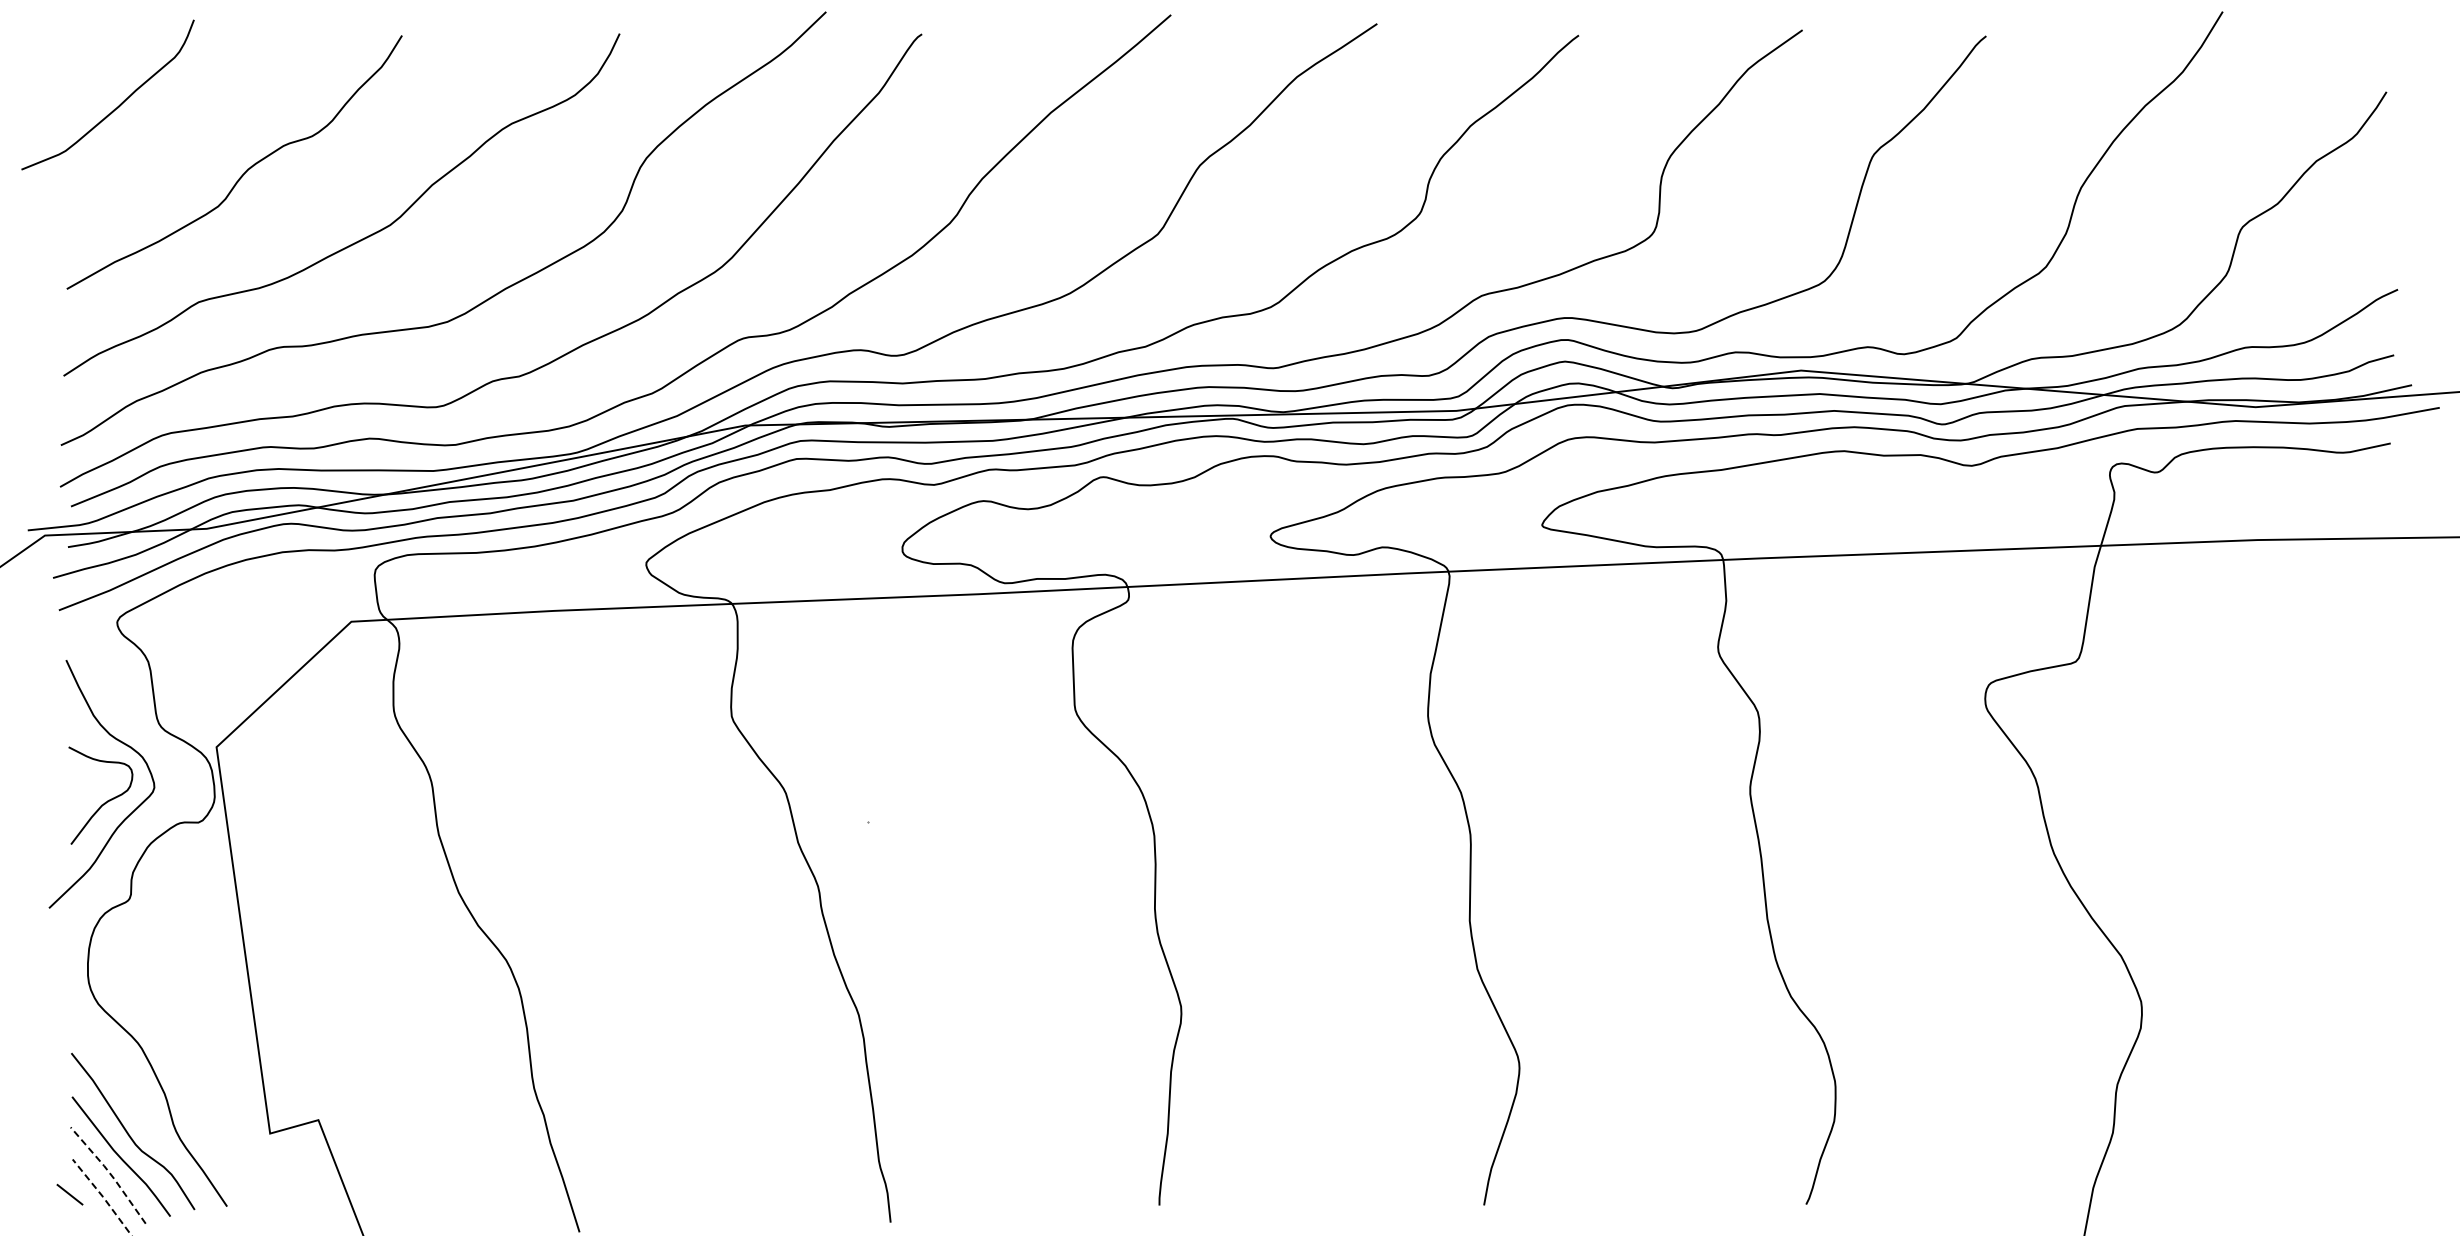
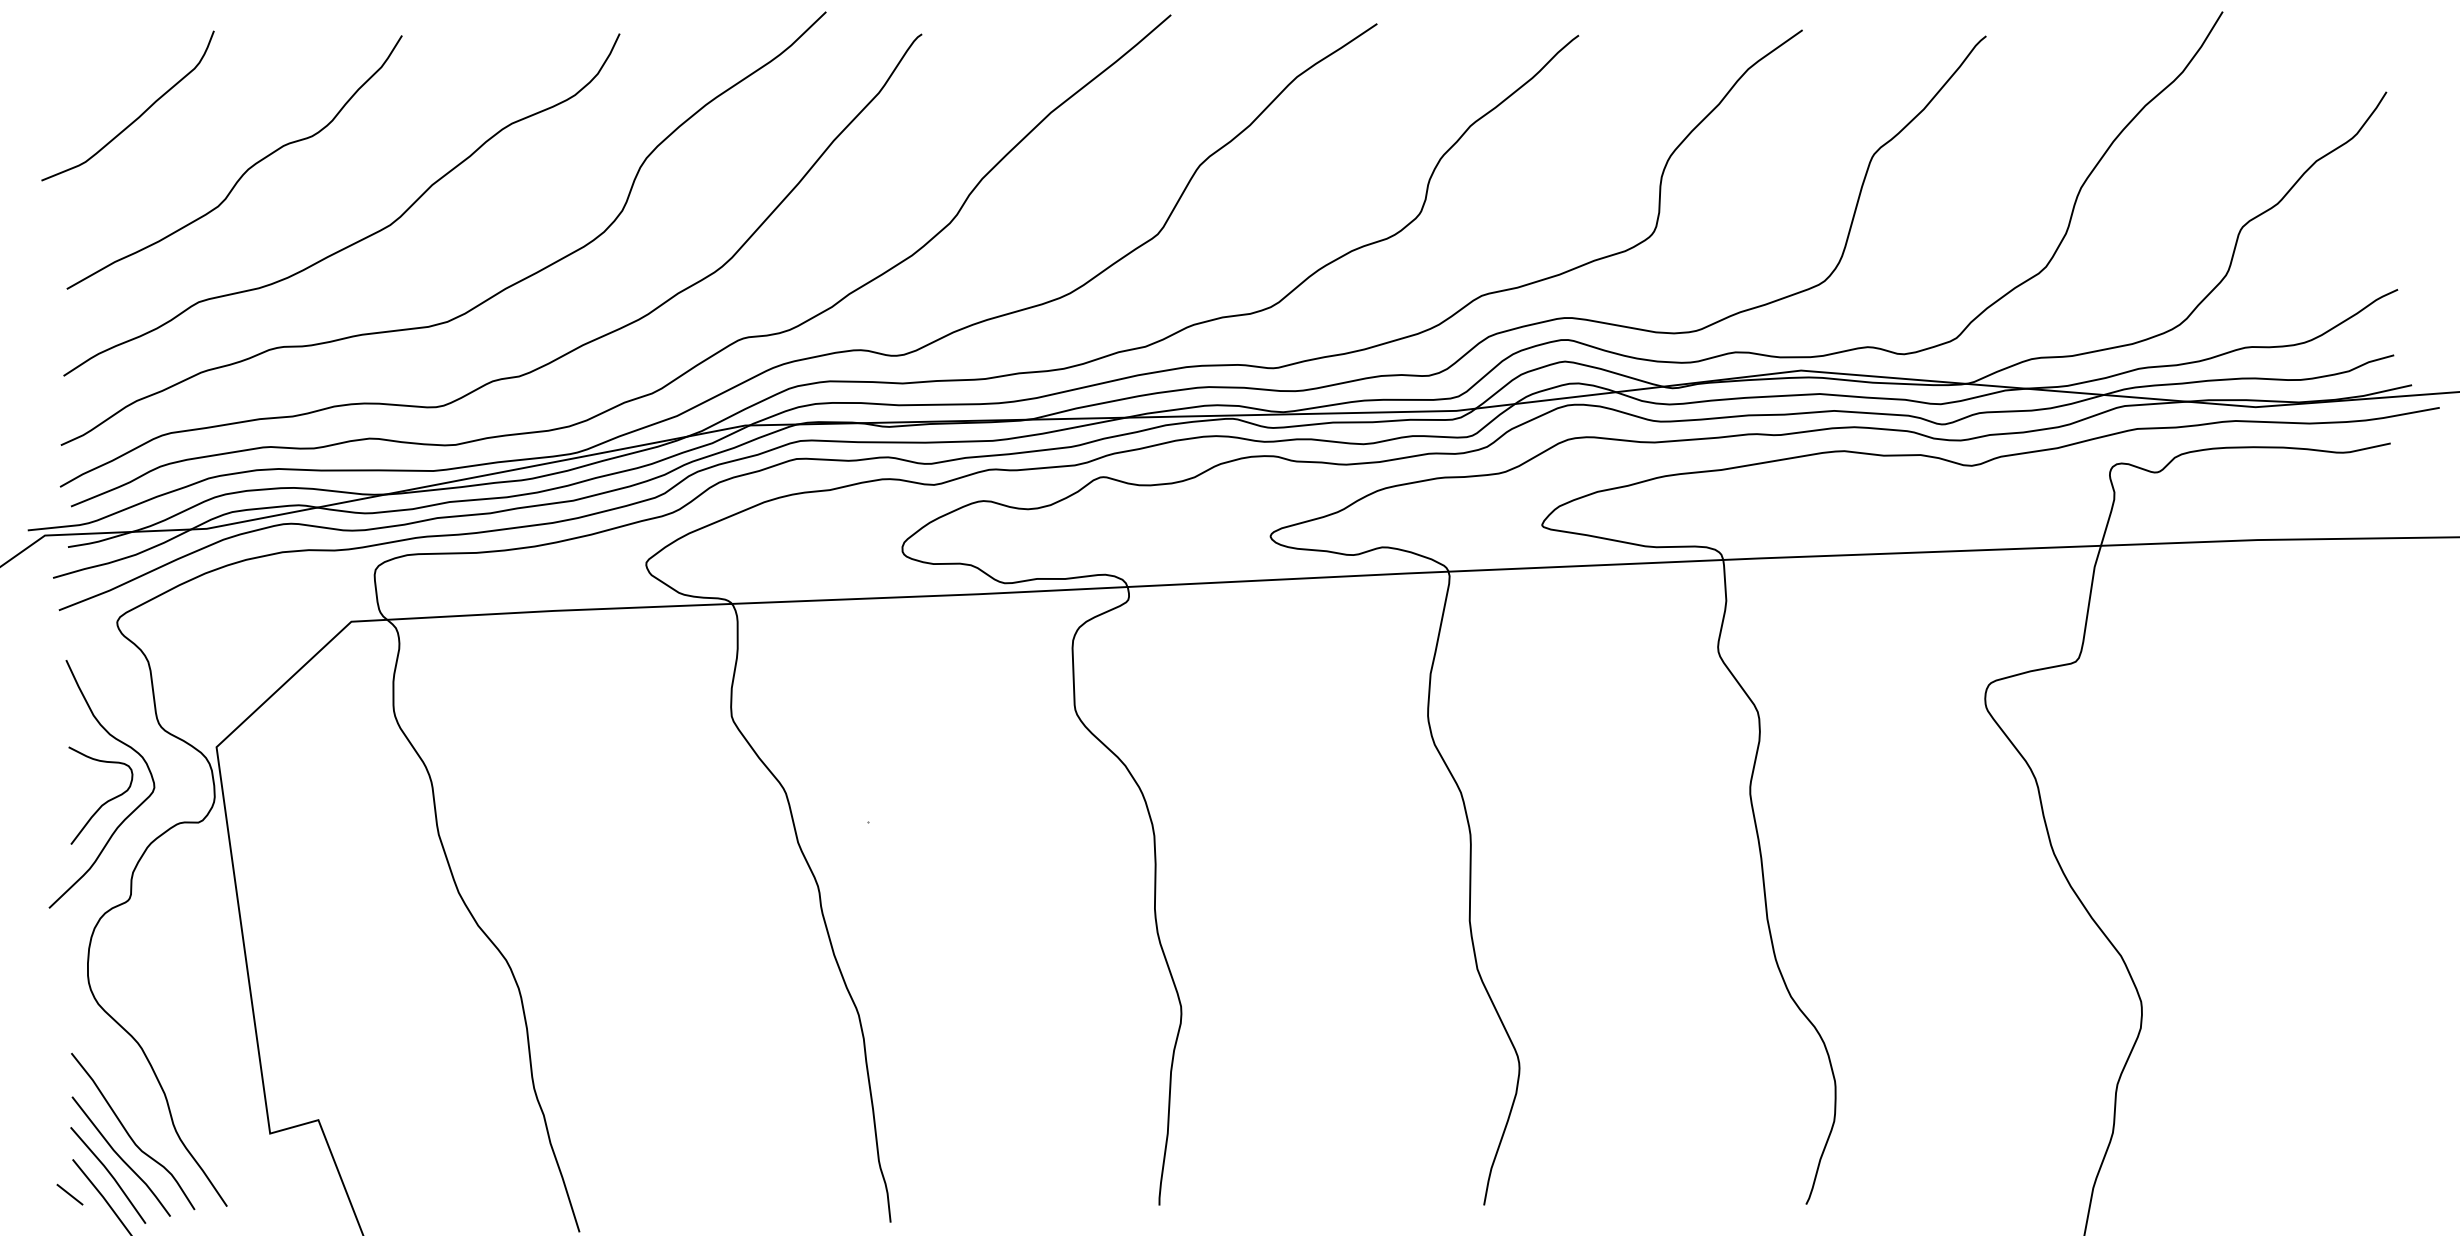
curve at (118, 105) position: (118, 105) -> (138, 116)
line at (110, 1173): dashed -> solid
line at (103, 1197): dashed -> solid
